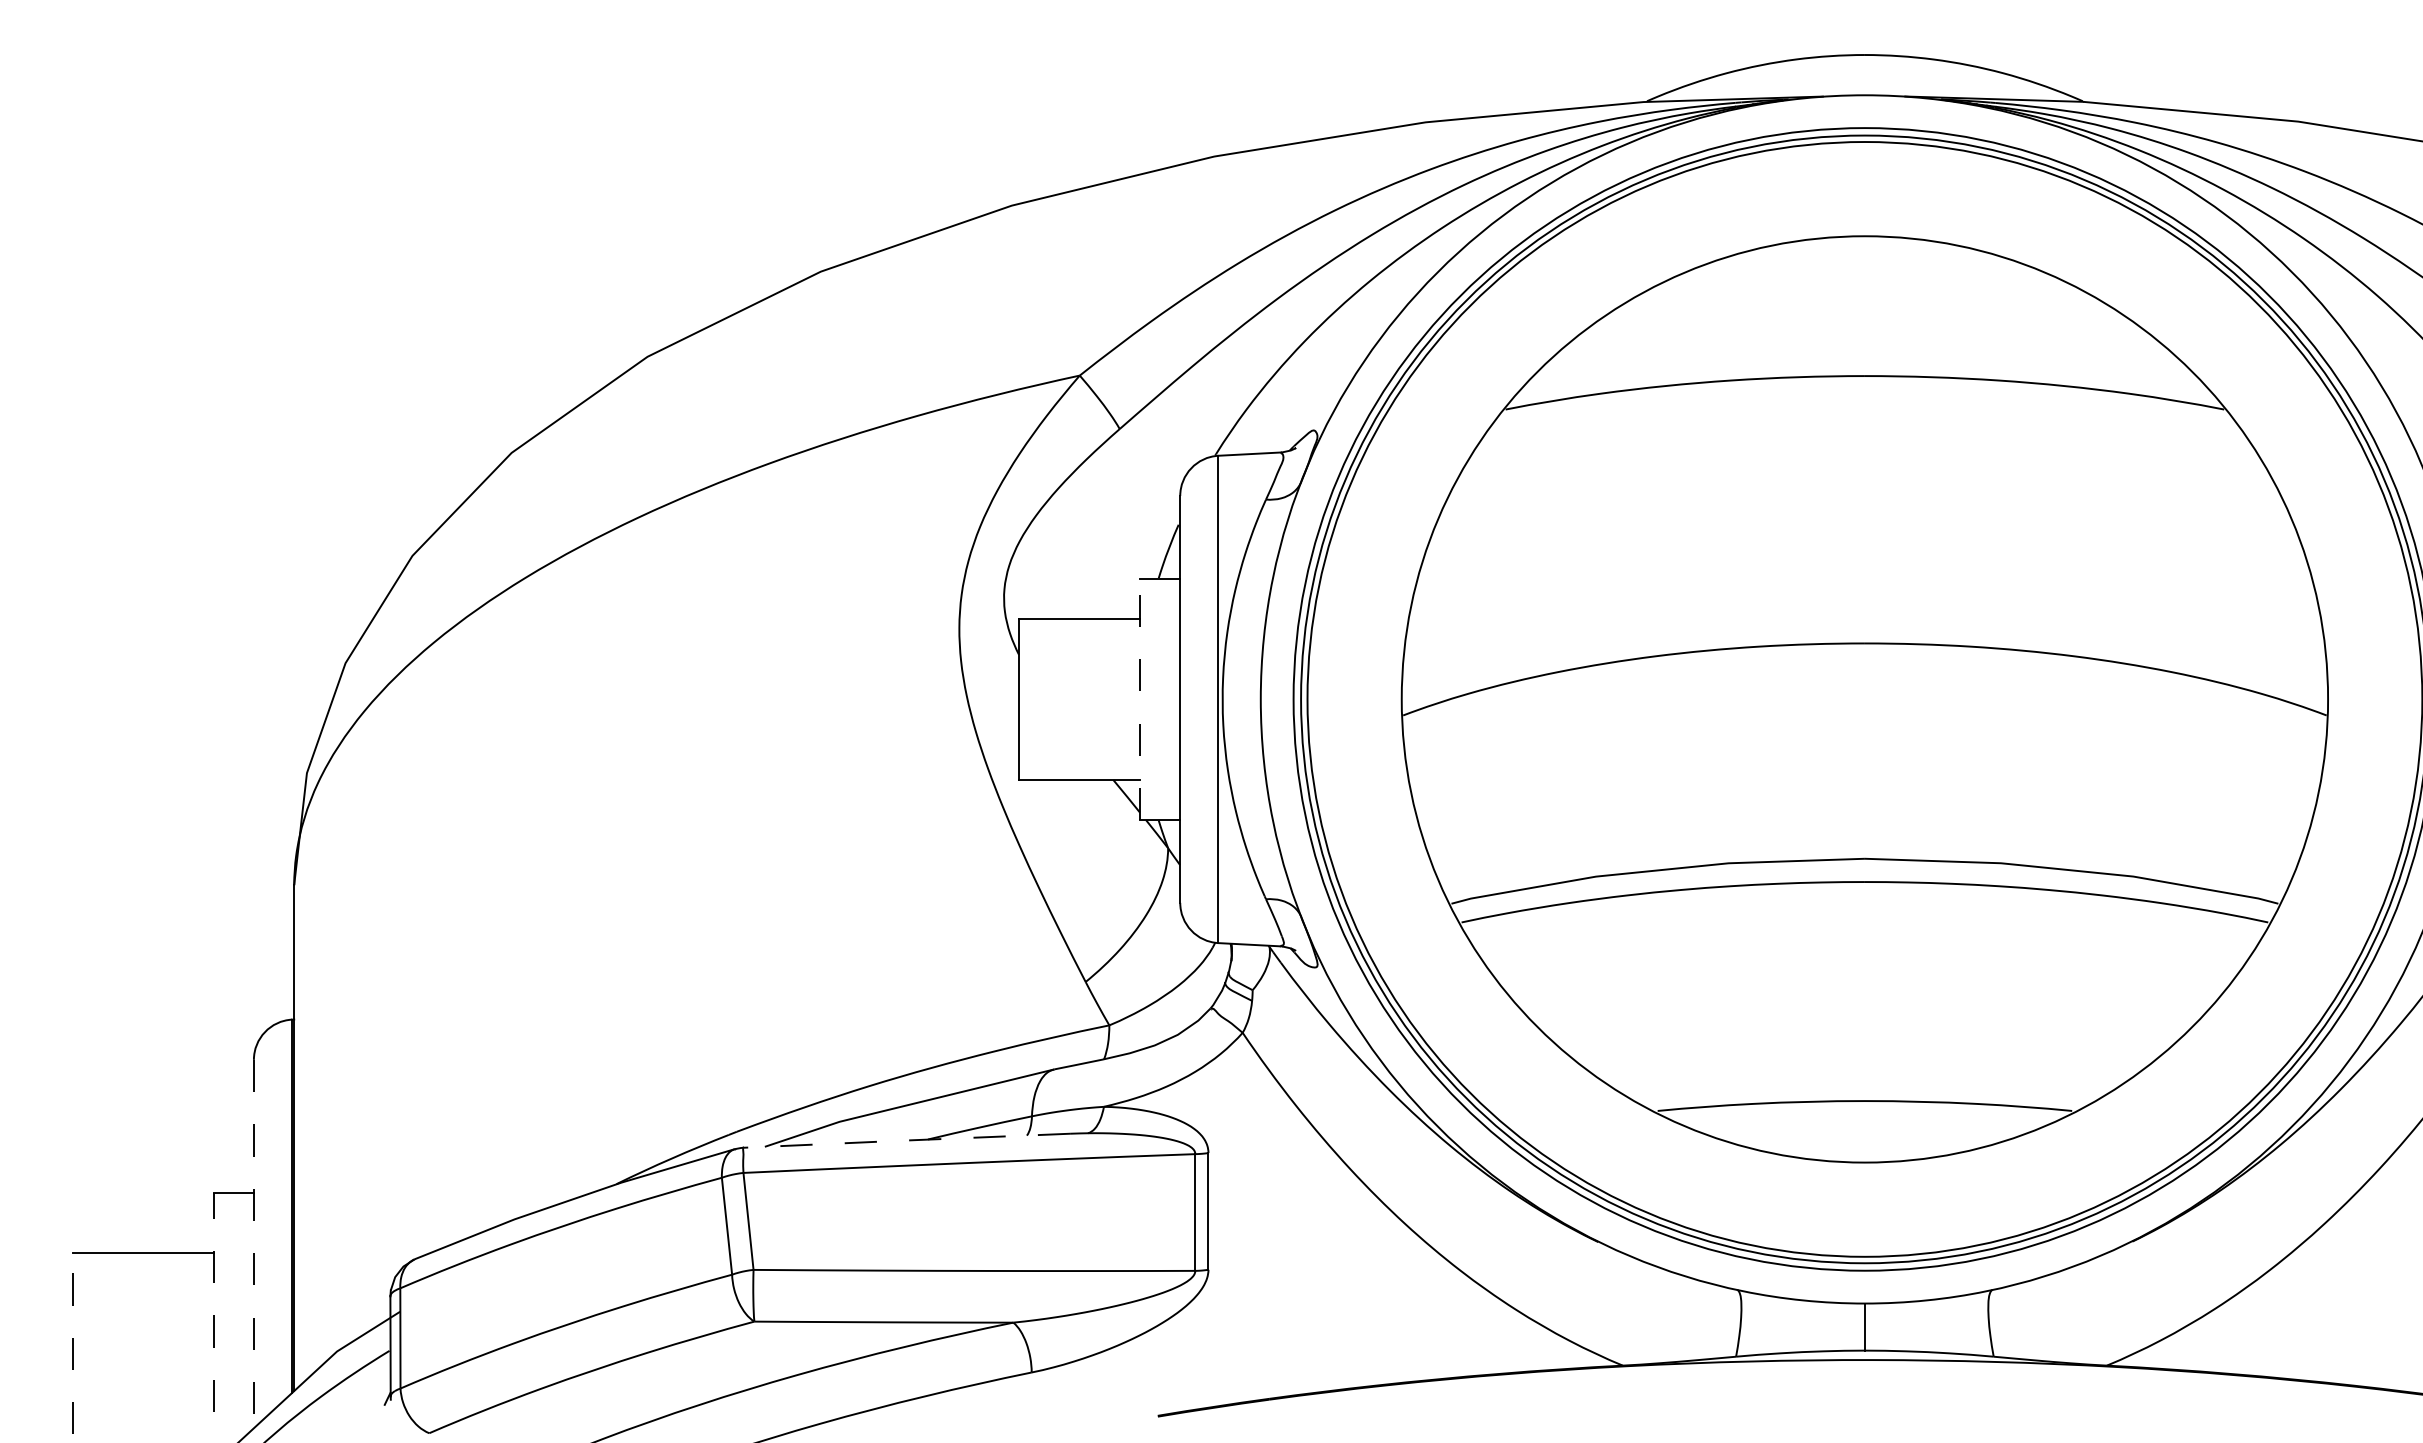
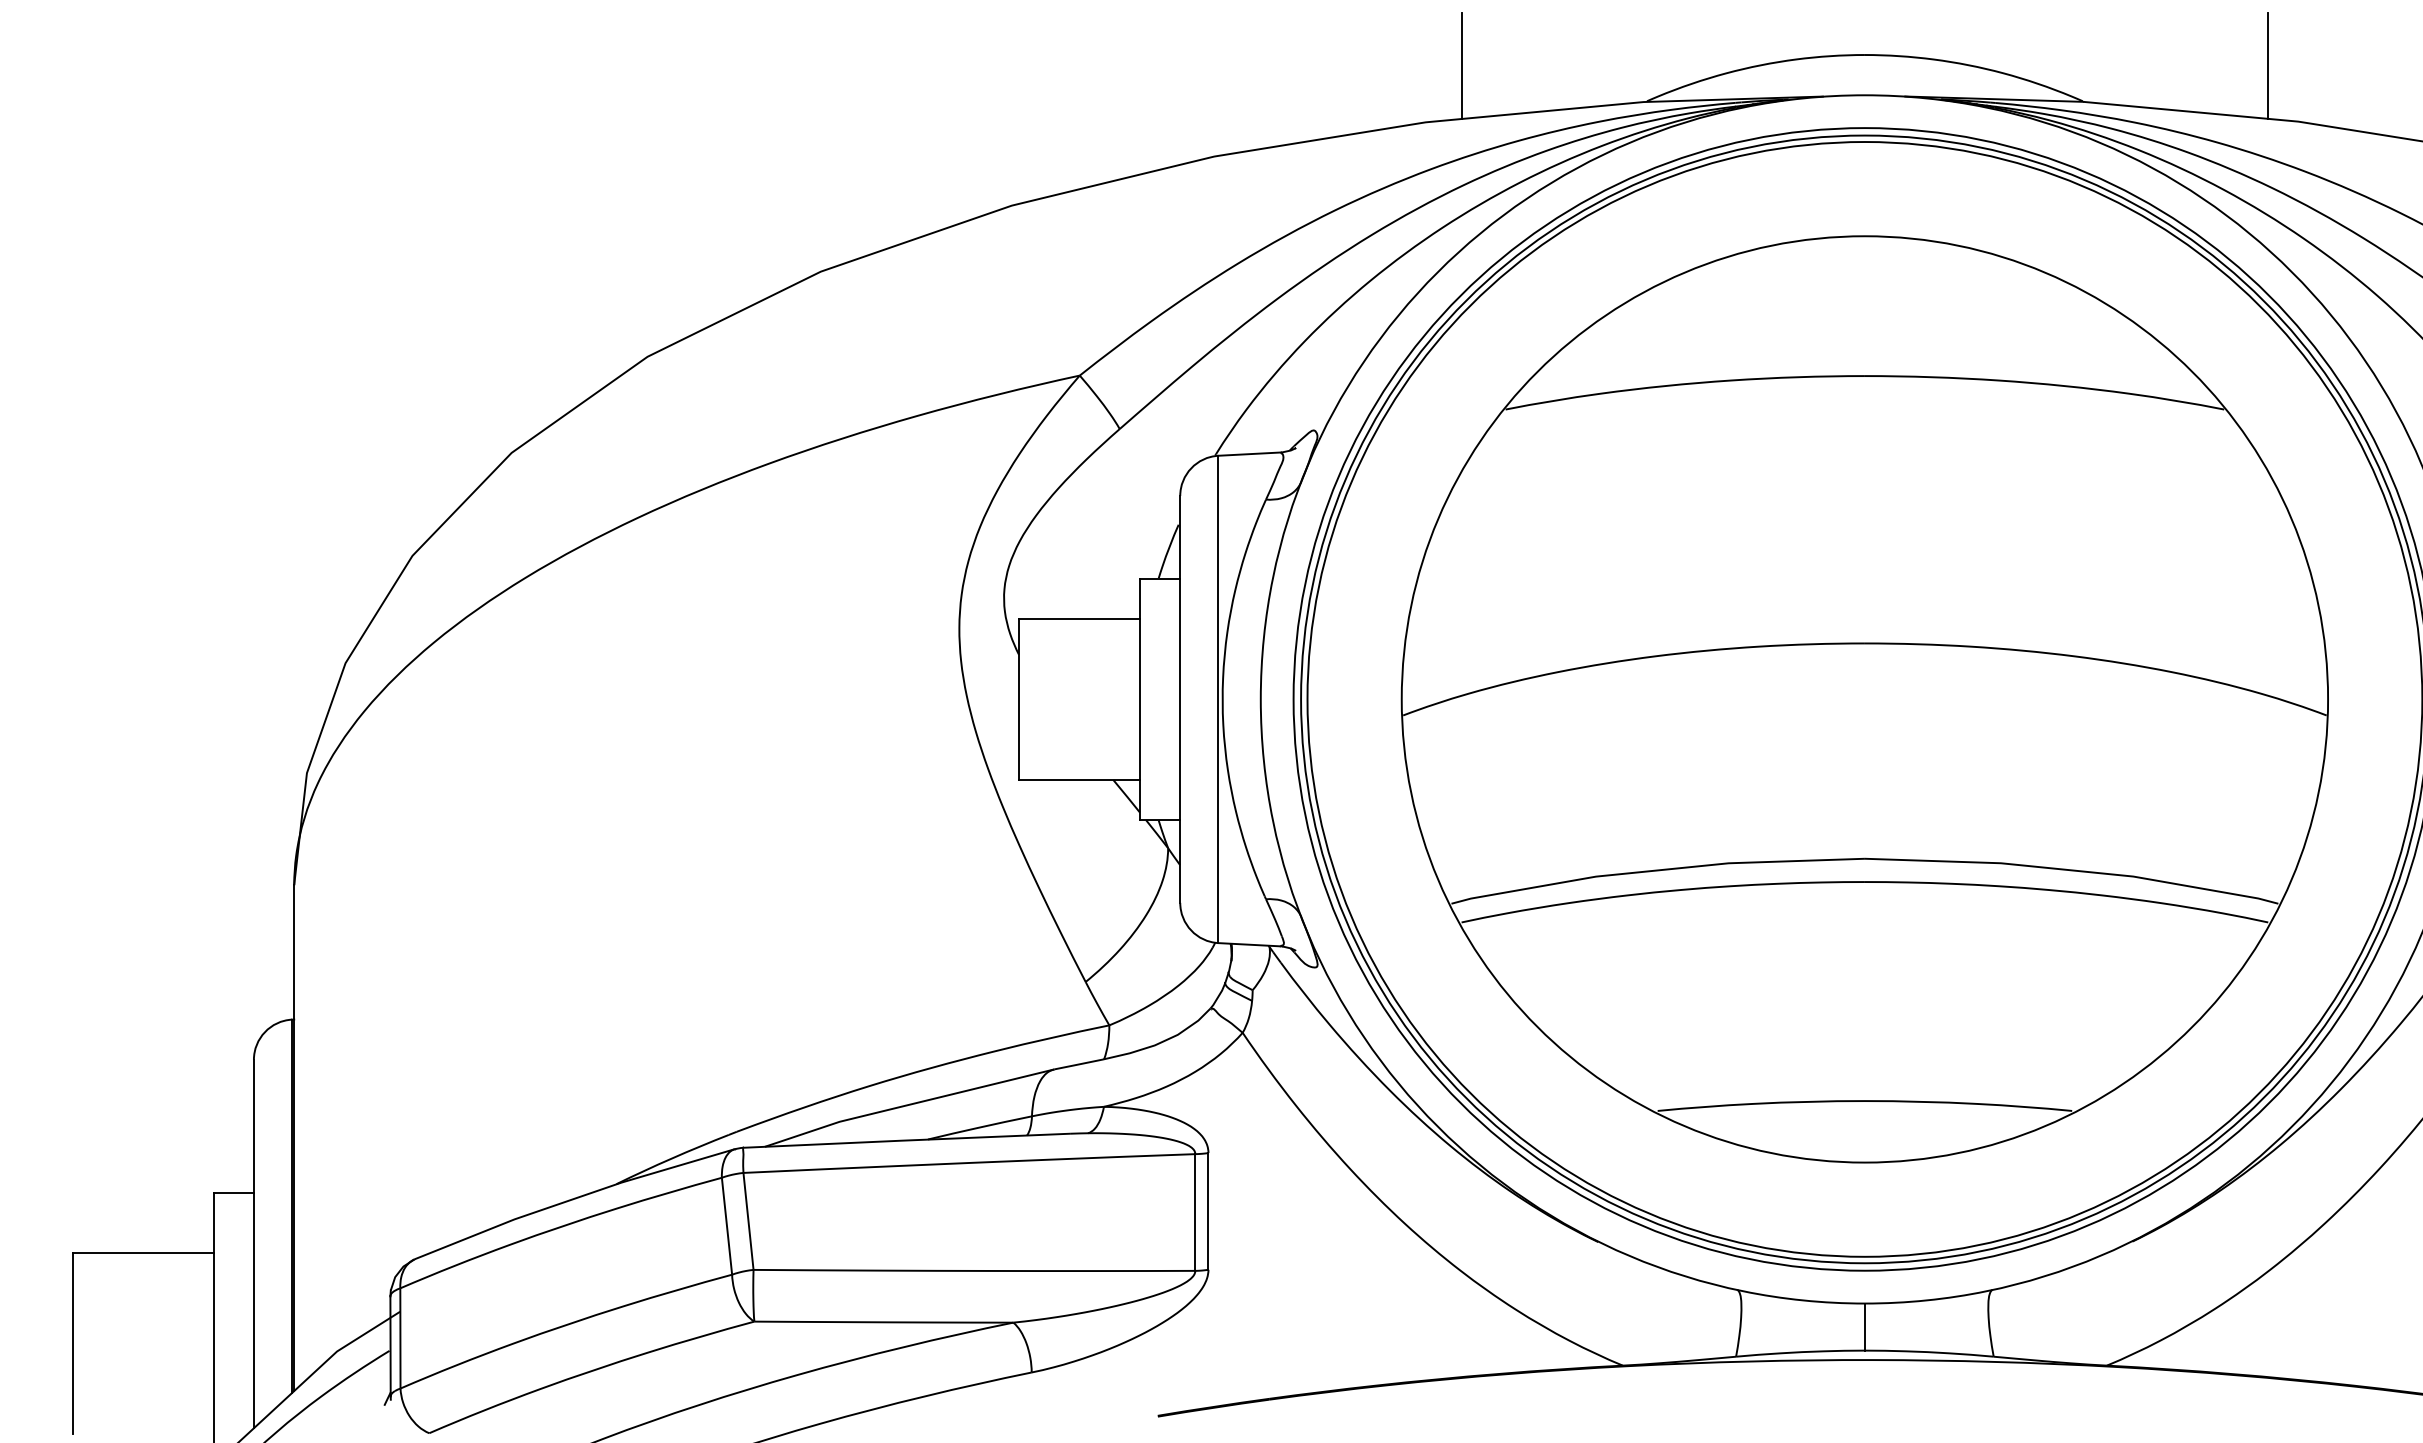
line at (1462, 65): none -> present
line at (2267, 65): none -> present
line at (1139, 699): dashed -> solid
line at (905, 1140): dashed -> solid
line at (253, 1244): dashed -> solid
line at (213, 1317): dashed -> solid
line at (72, 1343): dashed -> solid
